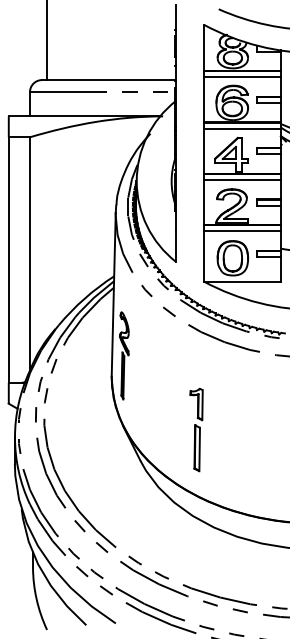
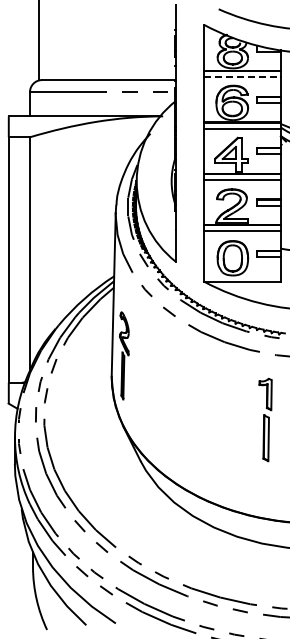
line at (46, 41) position: (46, 41) -> (38, 41)
line at (242, 77): solid -> dashed
part at (196, 429) position: (196, 429) -> (265, 419)
